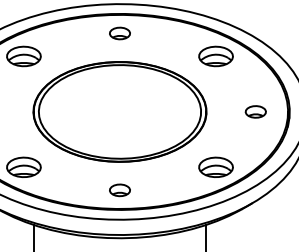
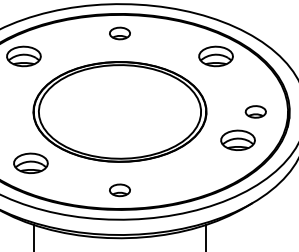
part at (23, 166) position: (23, 166) -> (30, 162)
part at (215, 166) position: (215, 166) -> (237, 139)
